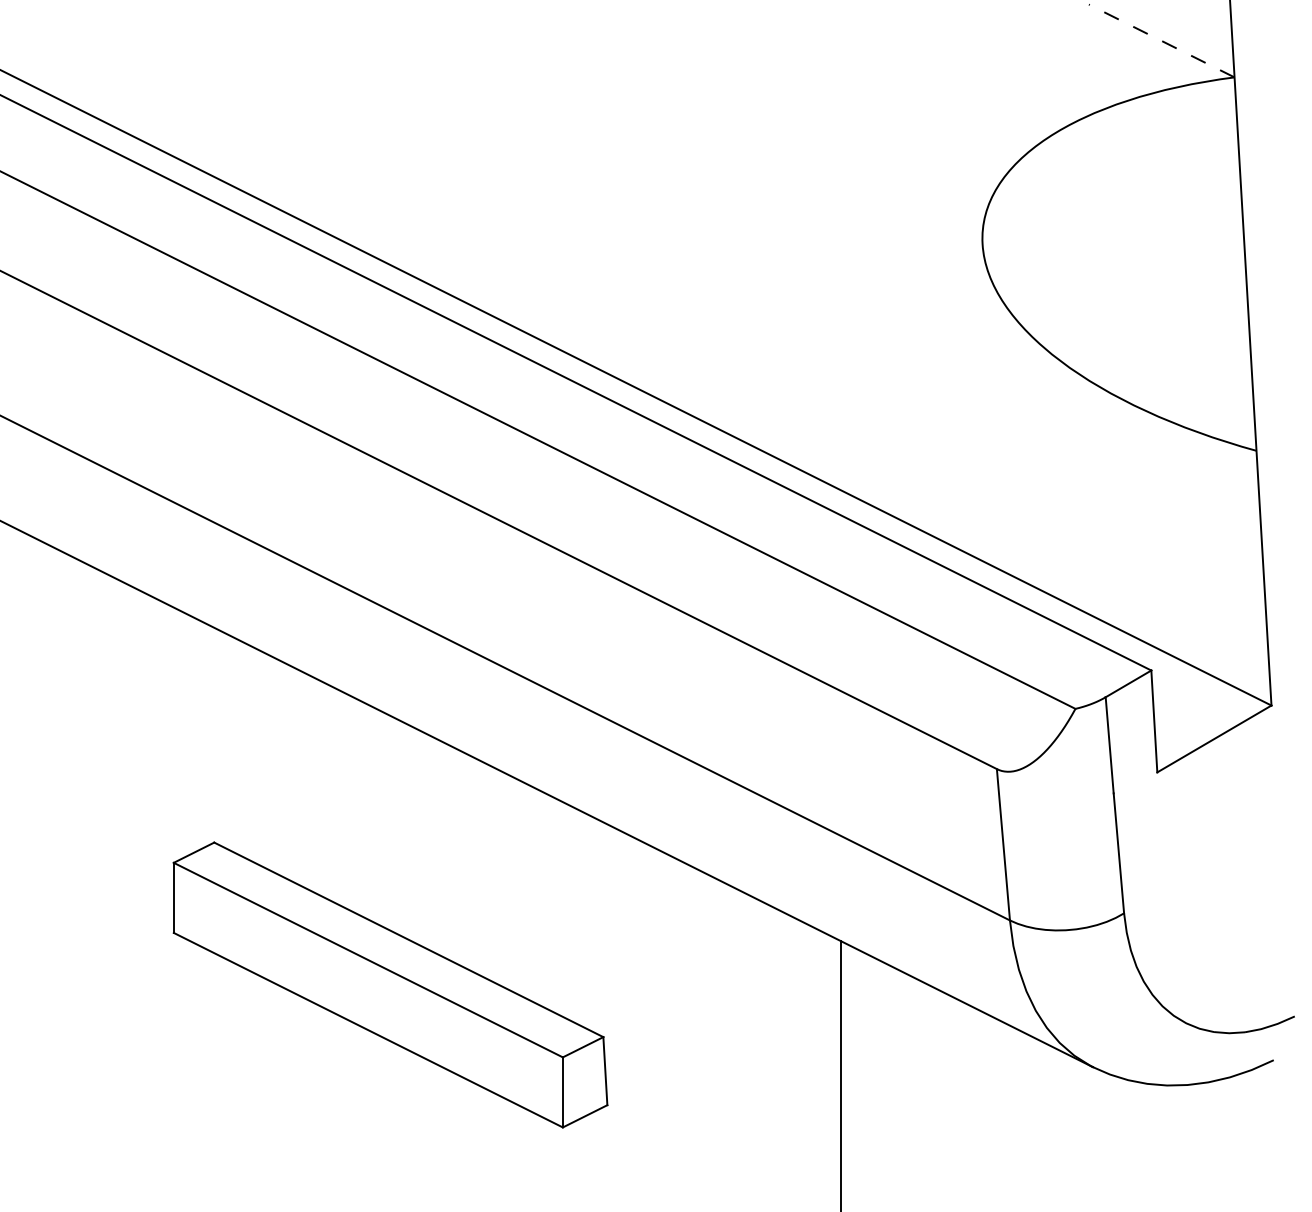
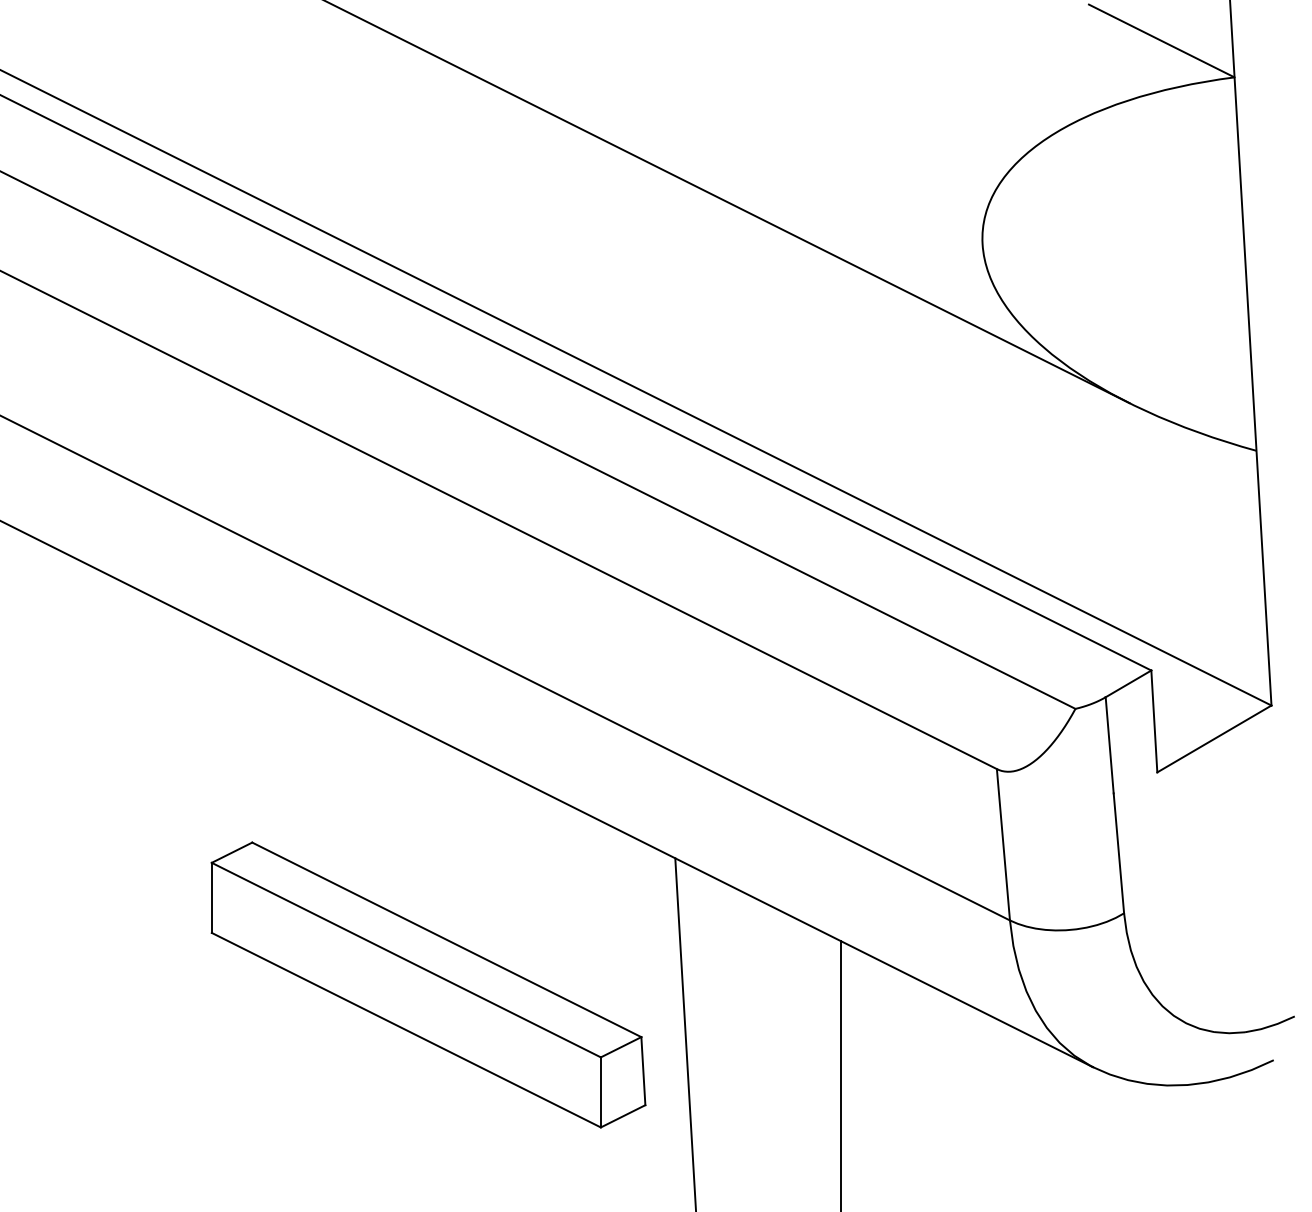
line at (1161, 40): dashed -> solid
line at (728, 202): none -> present
part at (390, 984) position: (390, 984) -> (428, 984)
line at (685, 1033): none -> present
